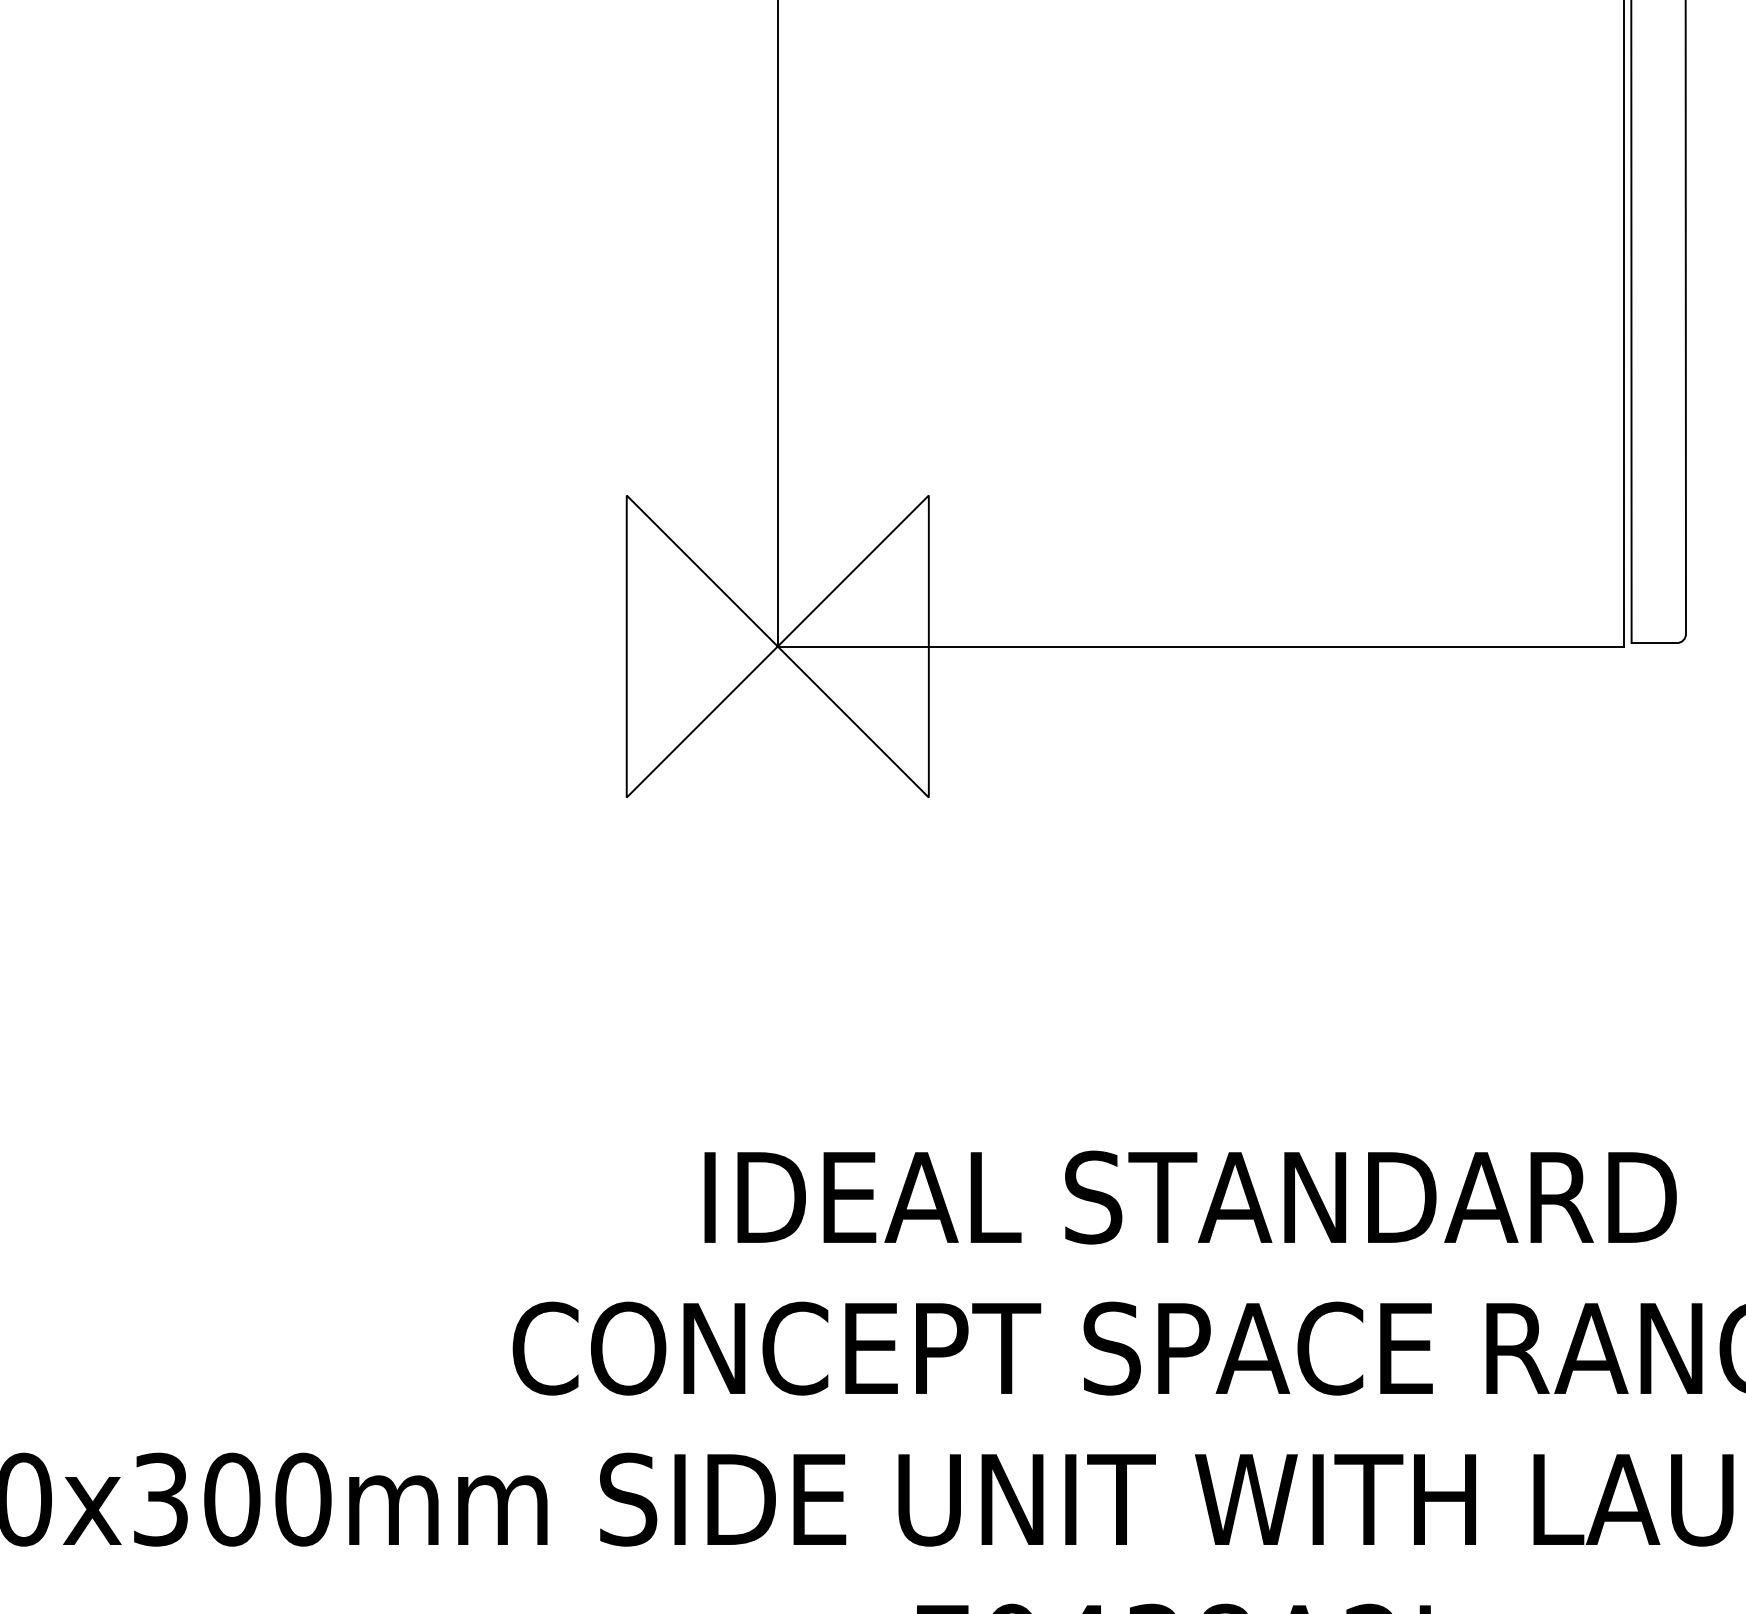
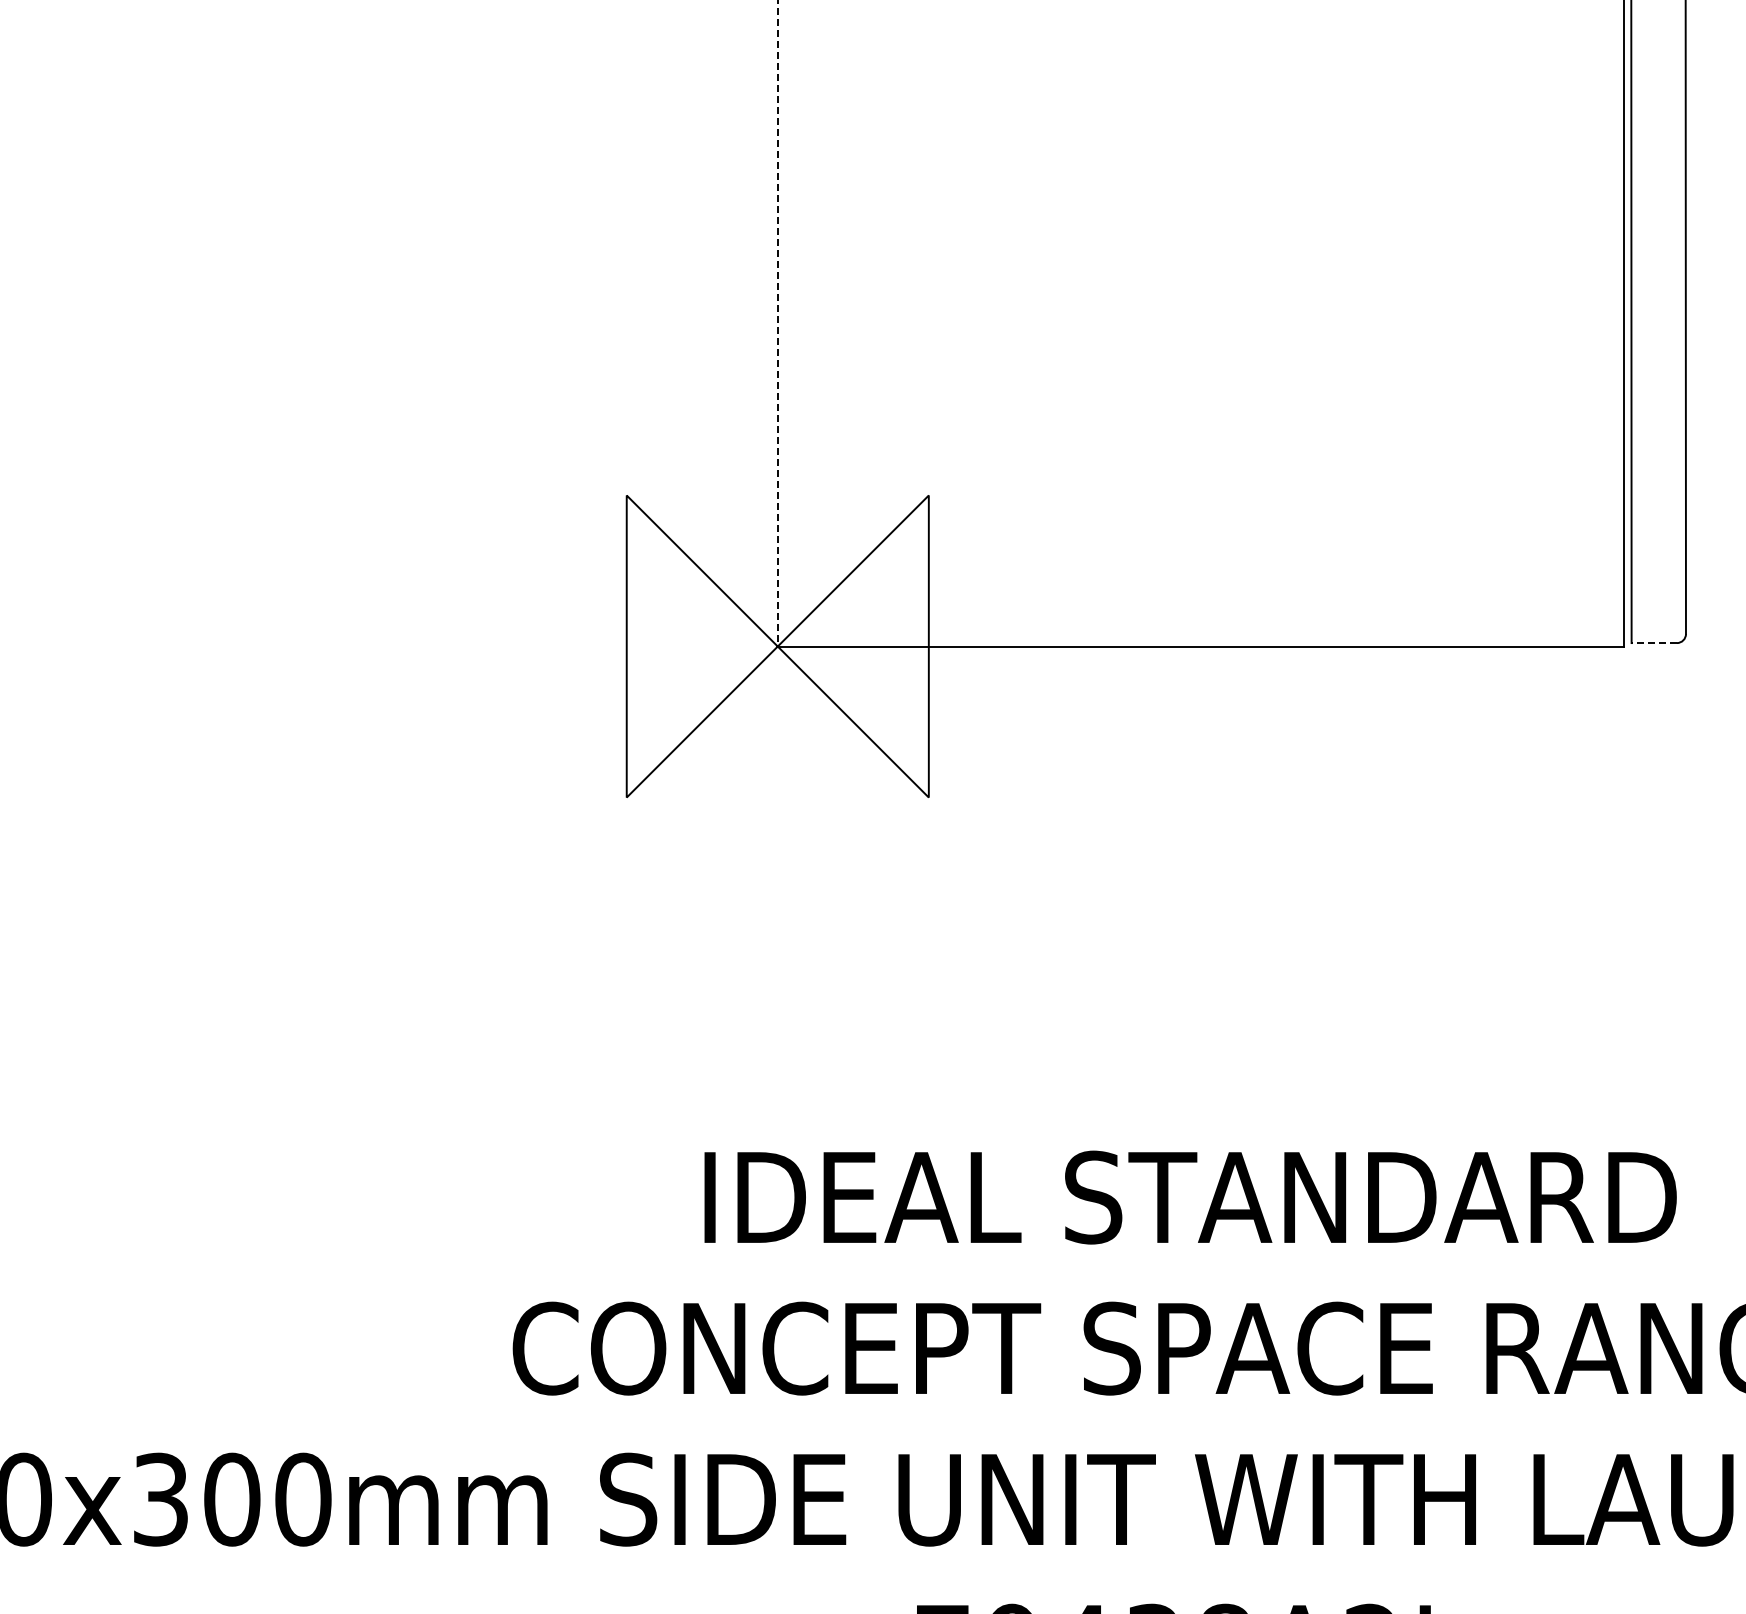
line at (777, 323): solid -> dashed
line at (1654, 643): solid -> dashed
